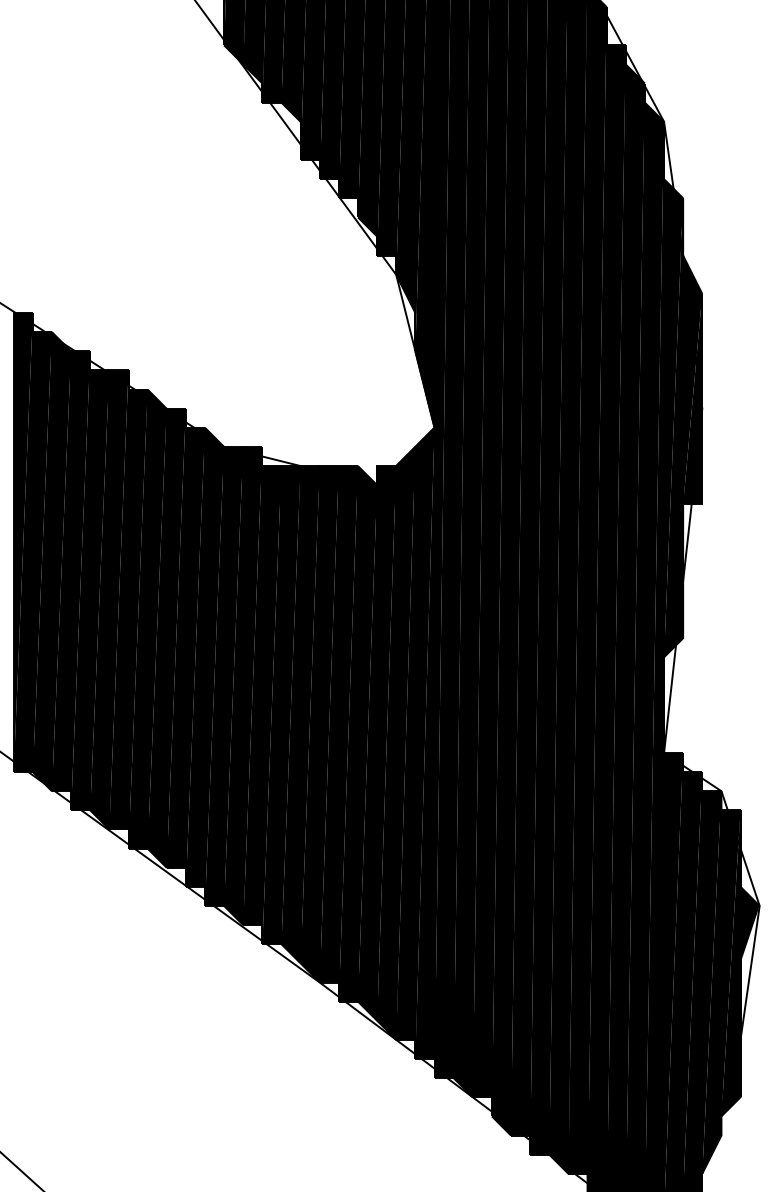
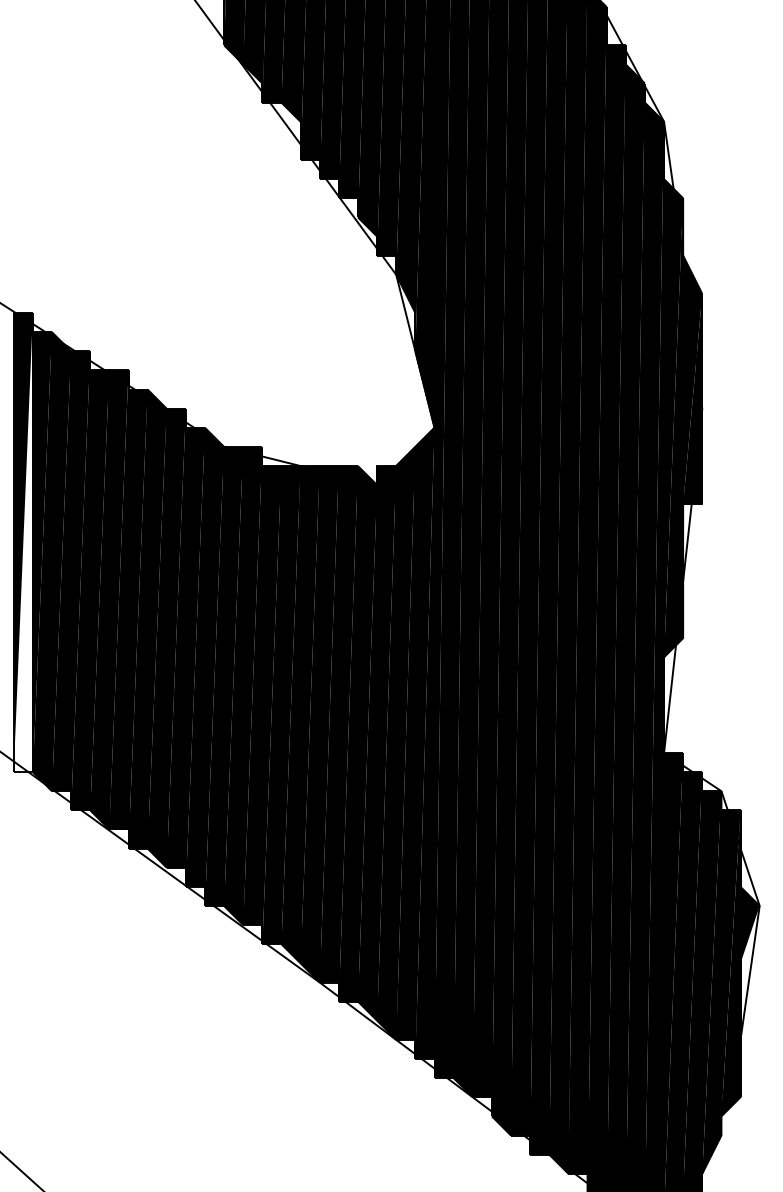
fill at (22, 542): present -> none
